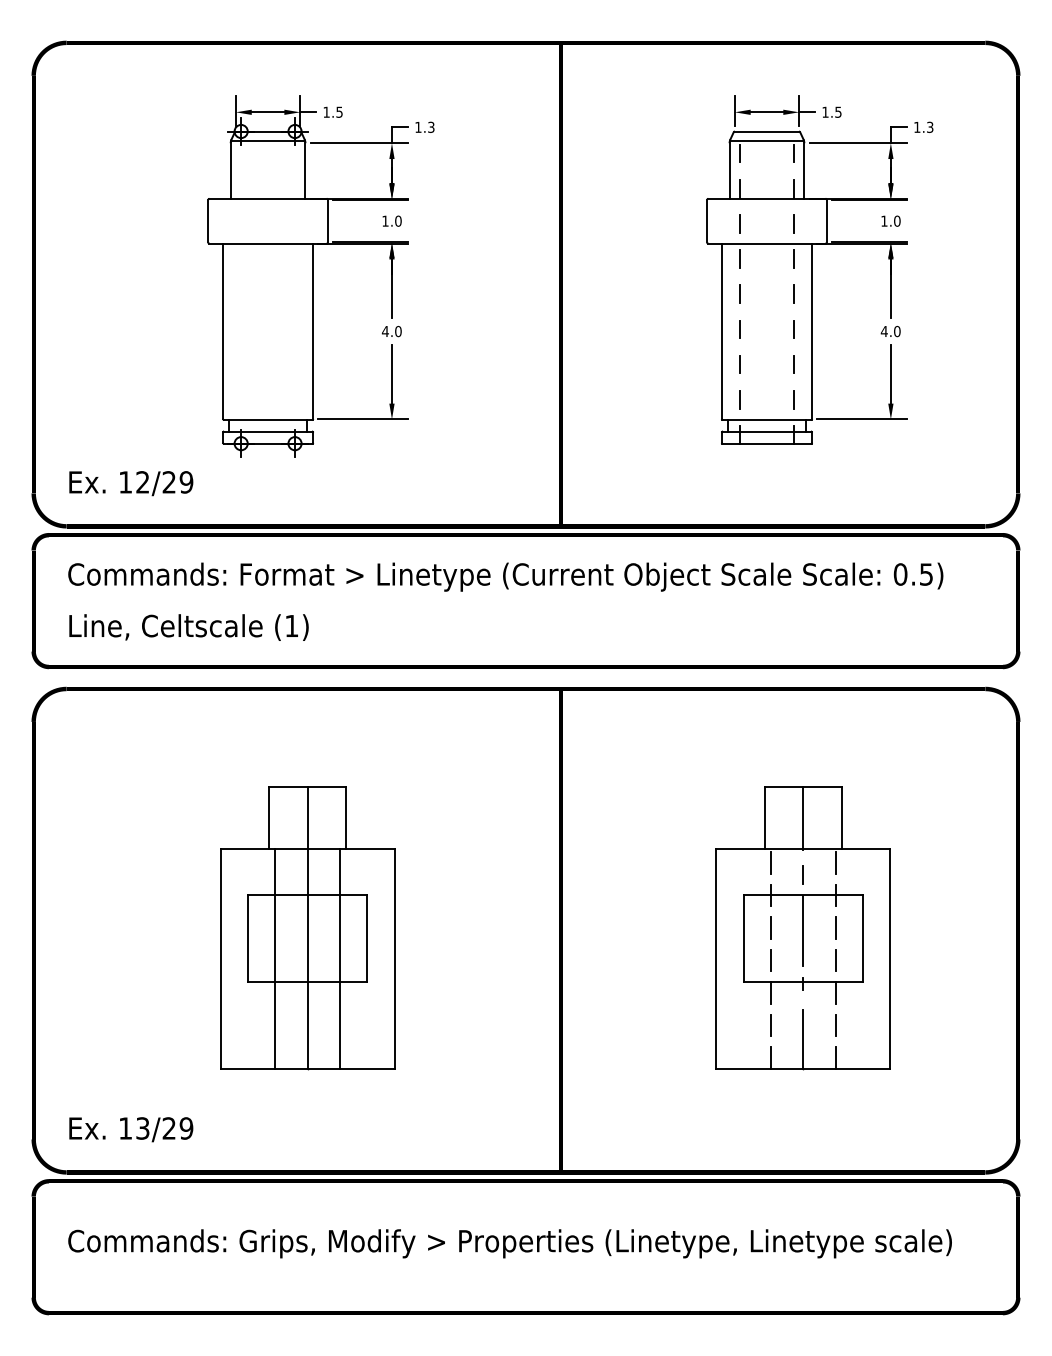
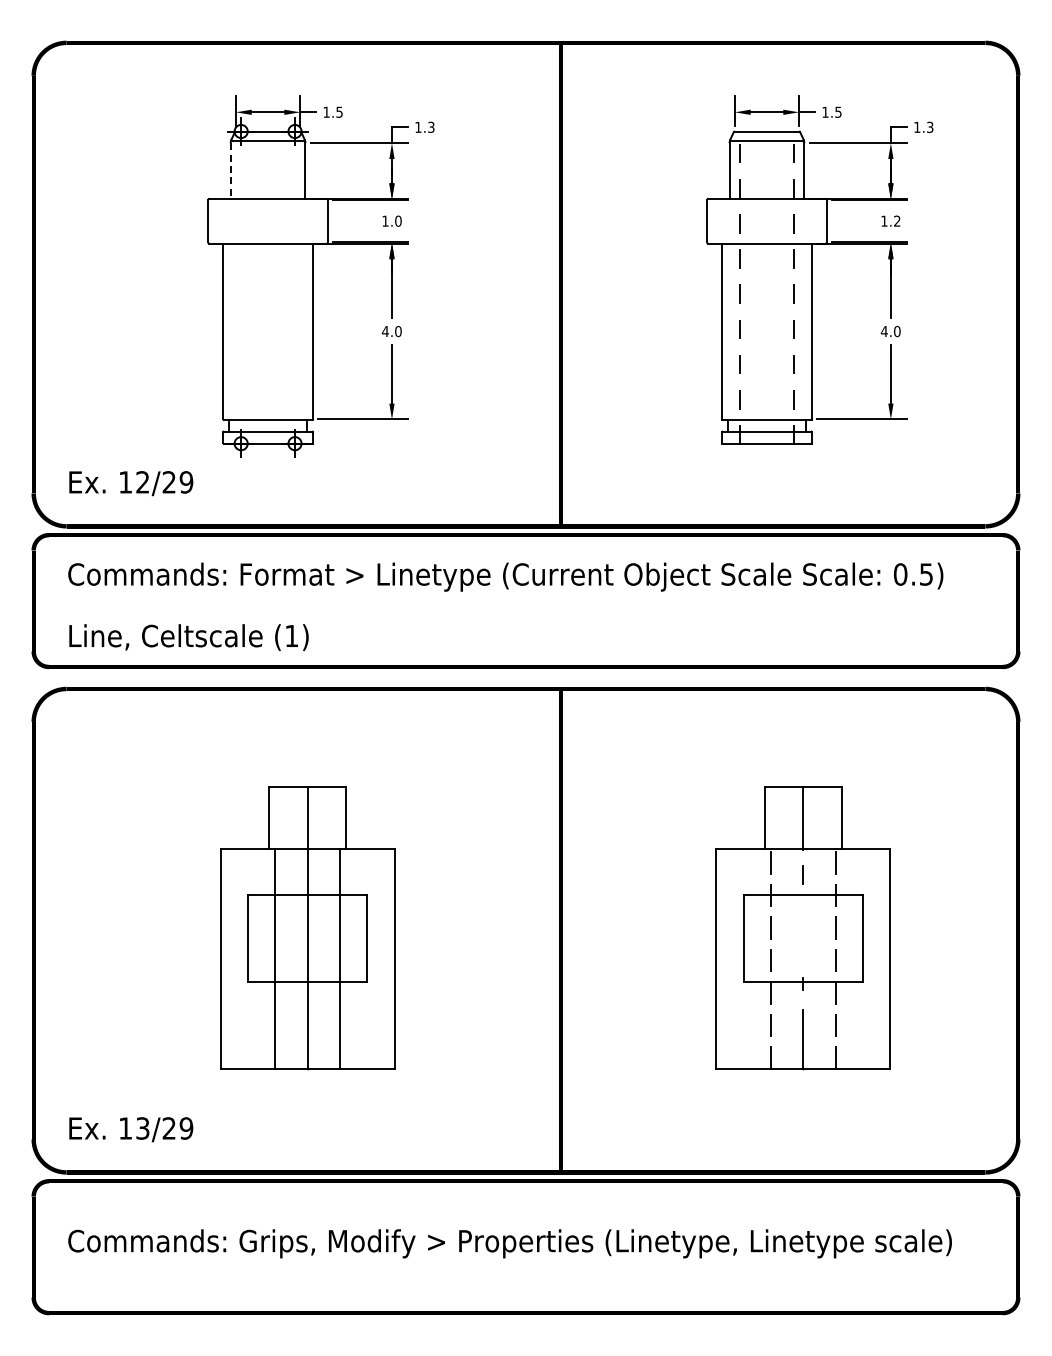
line at (230, 171): solid -> dashed
text at (897, 220): 1.0 -> 1.2
text at (188, 627) position: (188, 627) -> (188, 637)
line at (803, 930): present -> none
